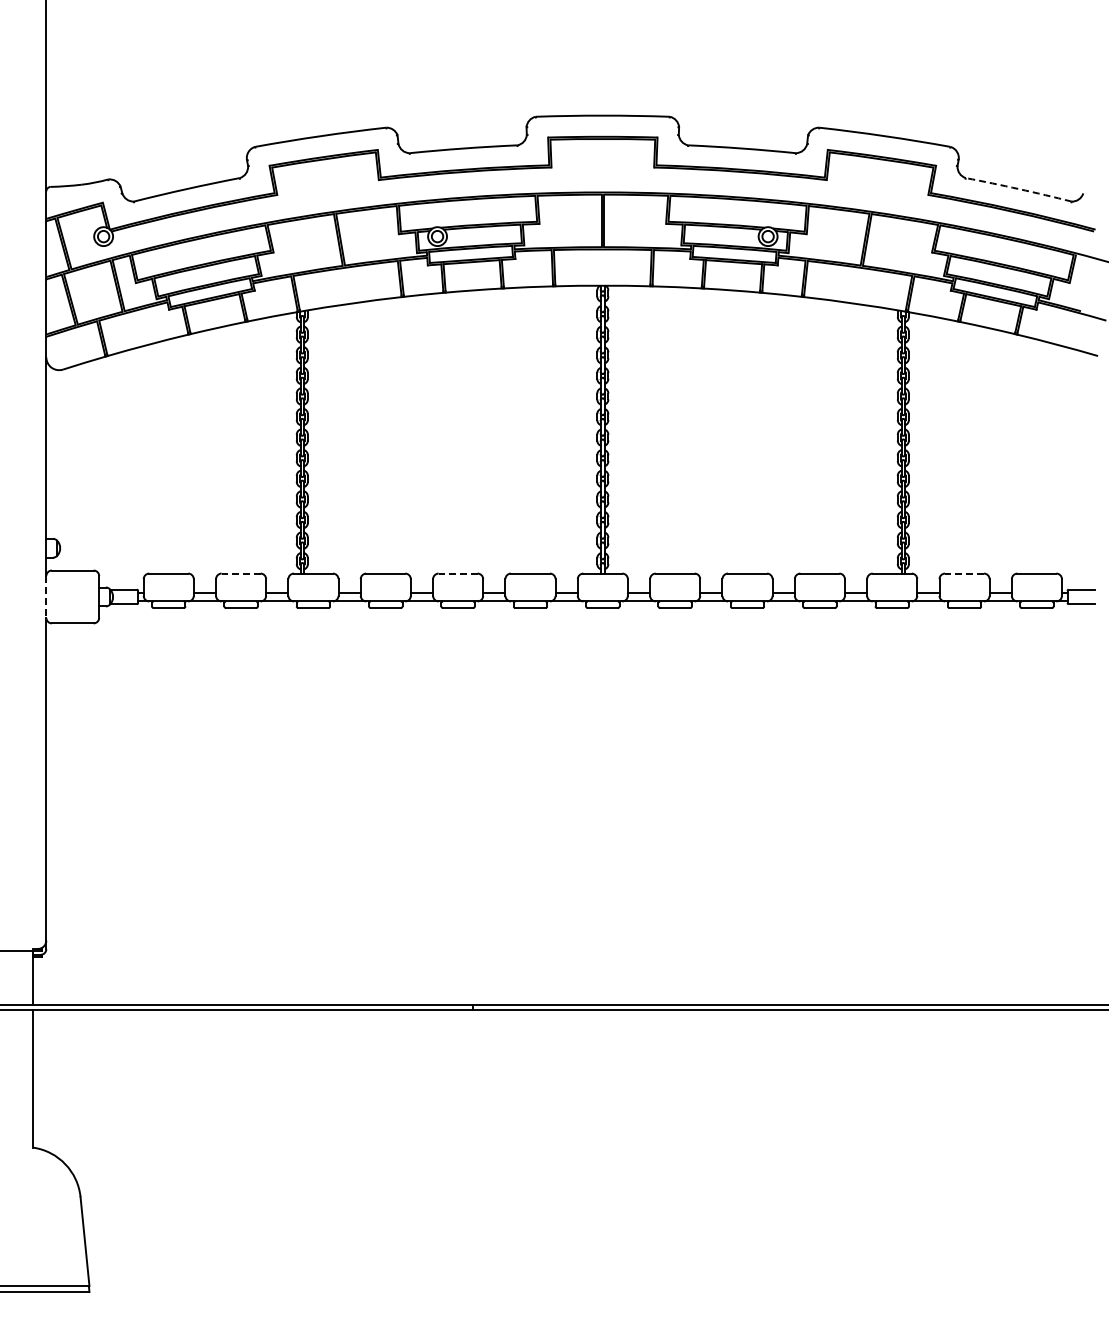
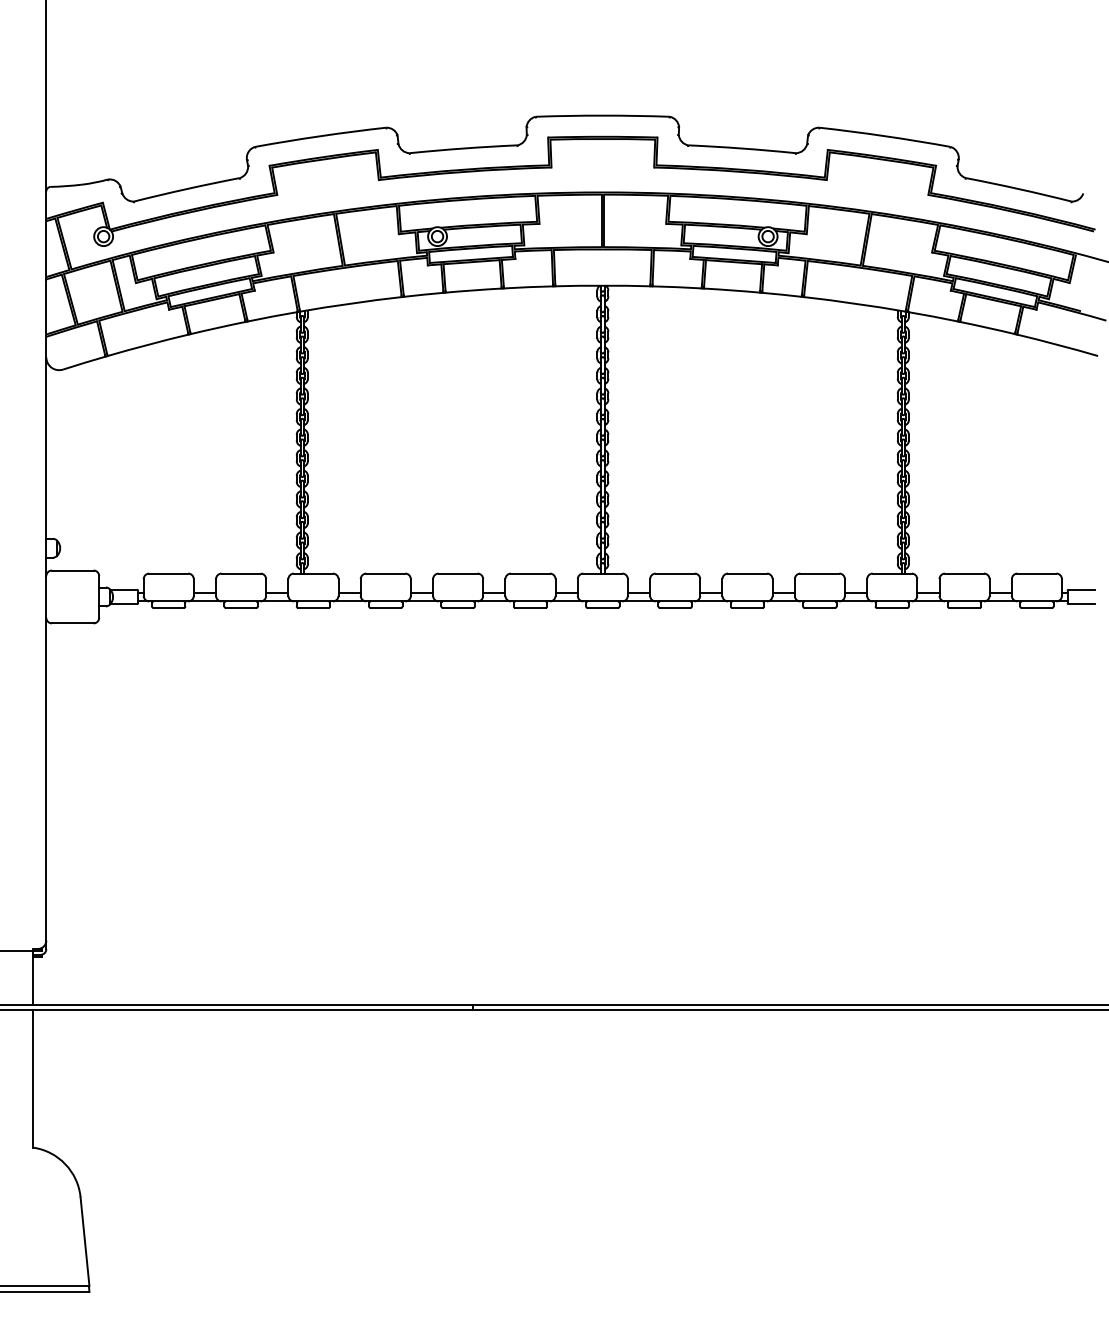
arc at (1018, 189): dashed -> solid
line at (240, 573): dashed -> solid
line at (457, 573): dashed -> solid
line at (964, 573): dashed -> solid
line at (46, 596): dashed -> solid
